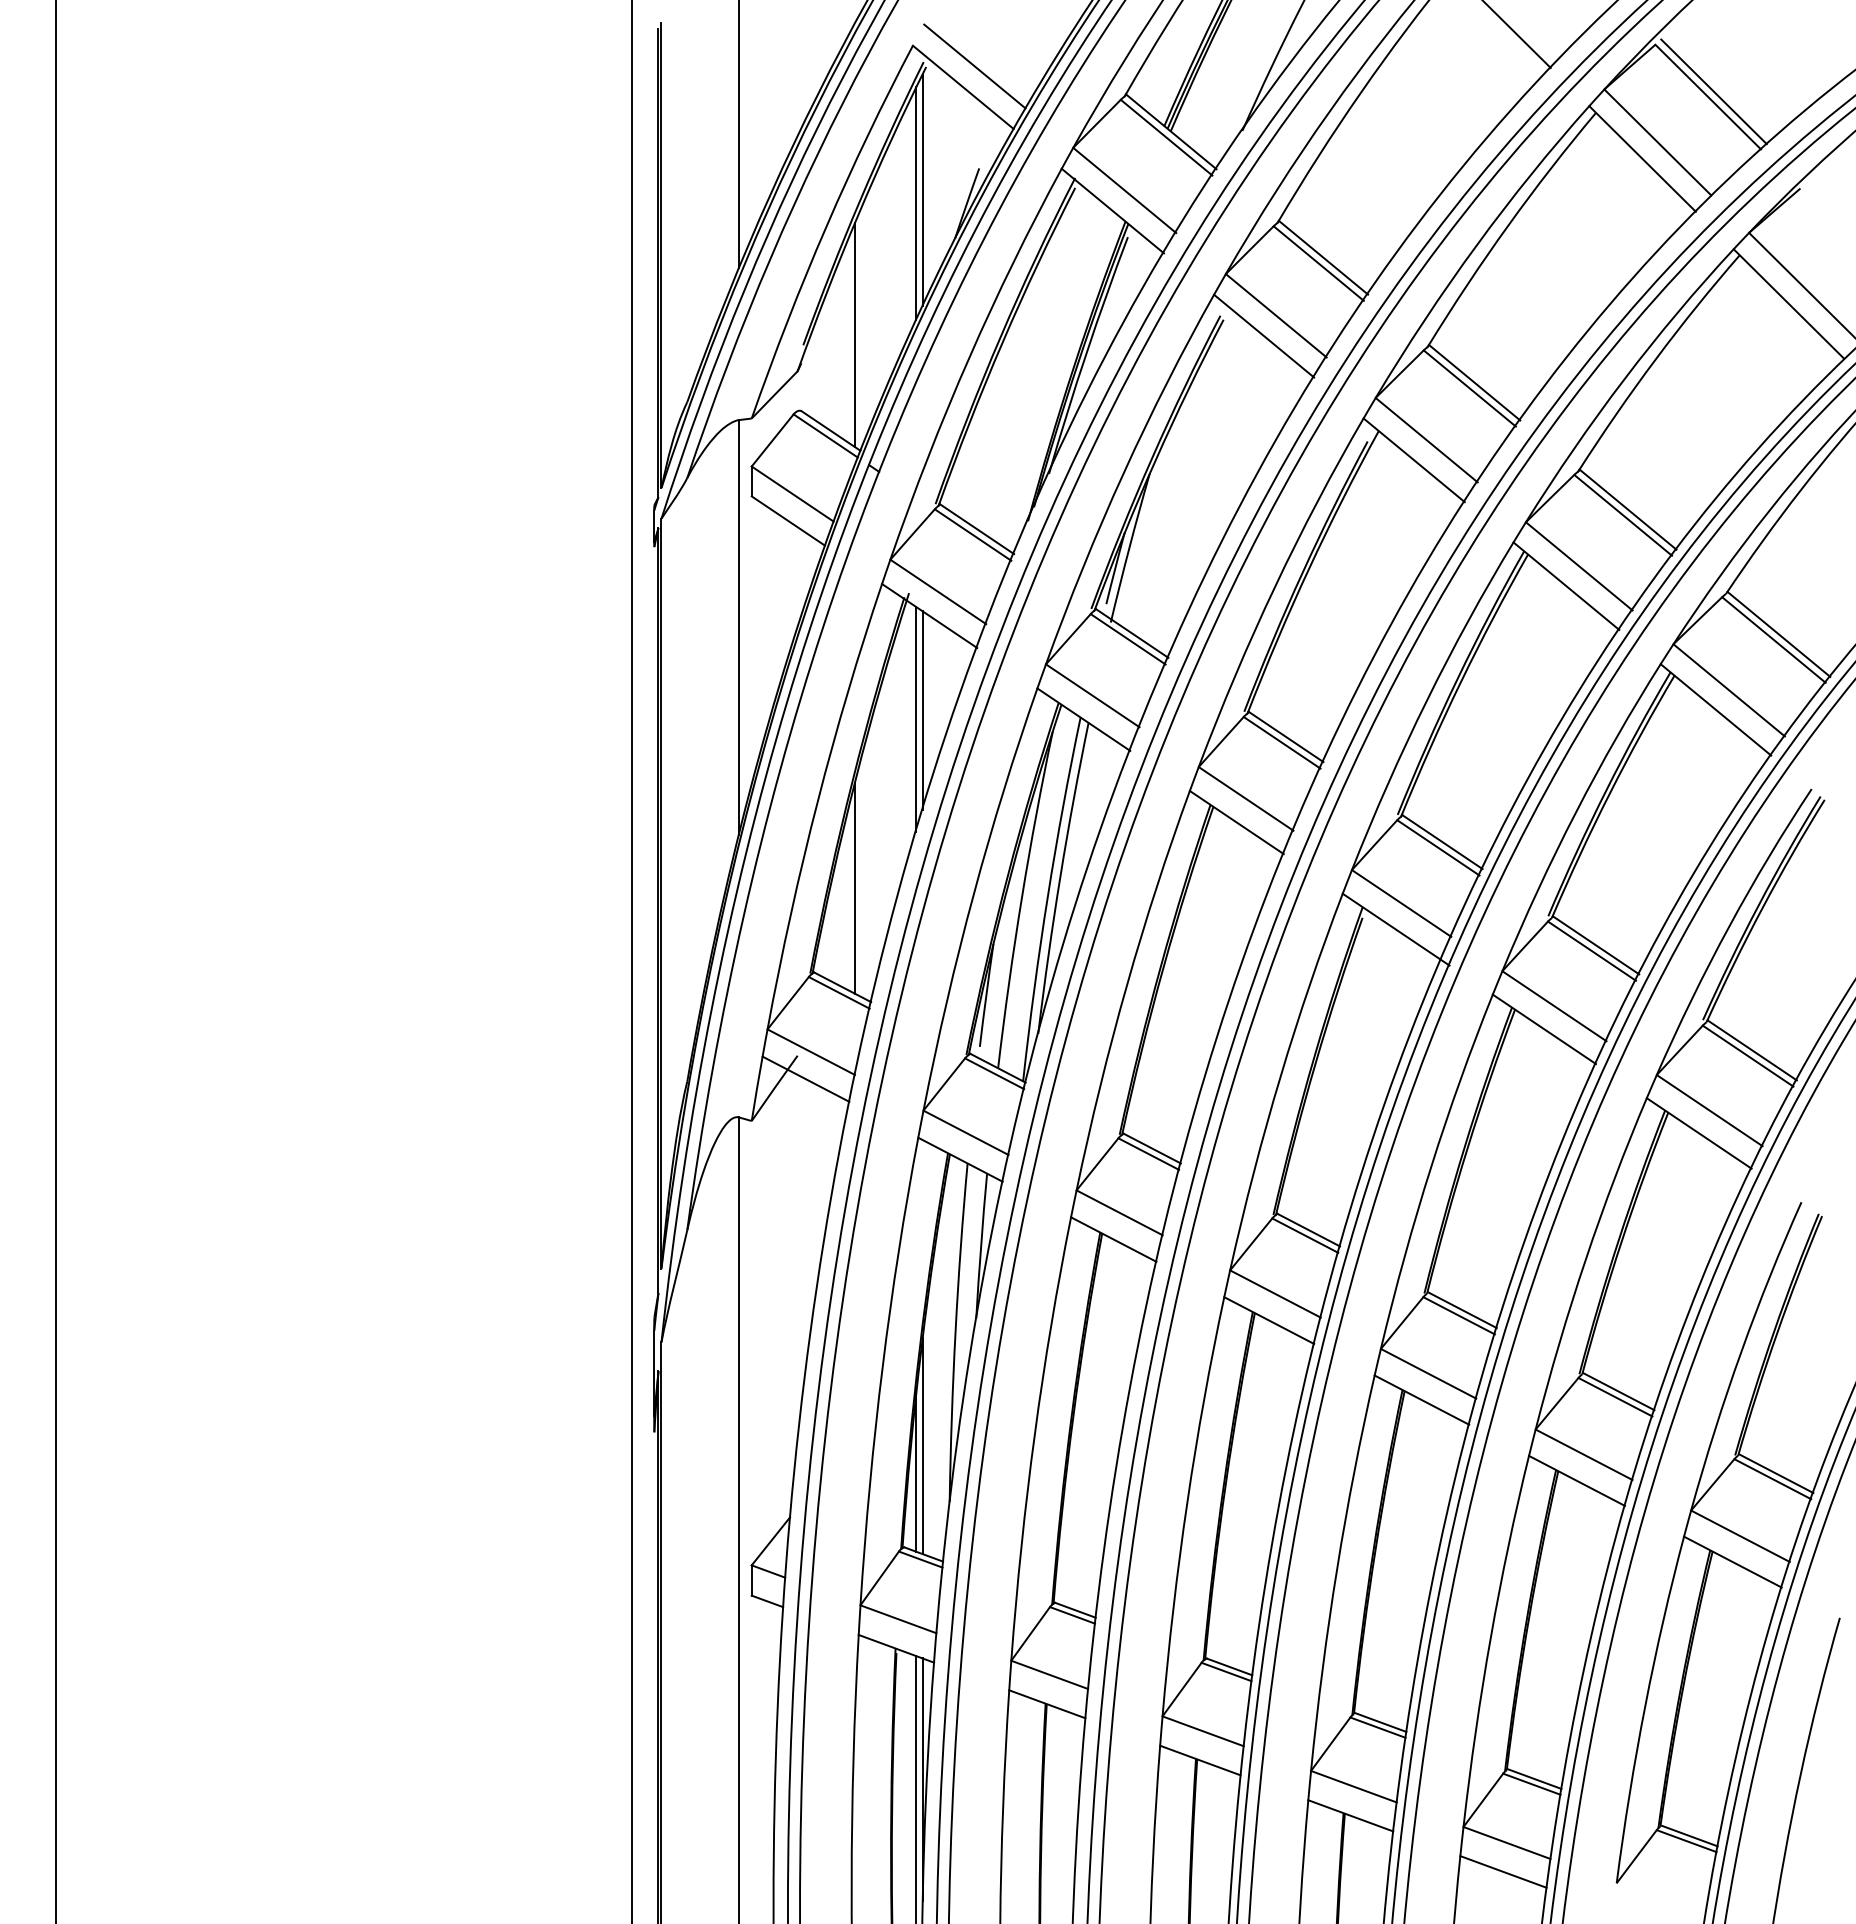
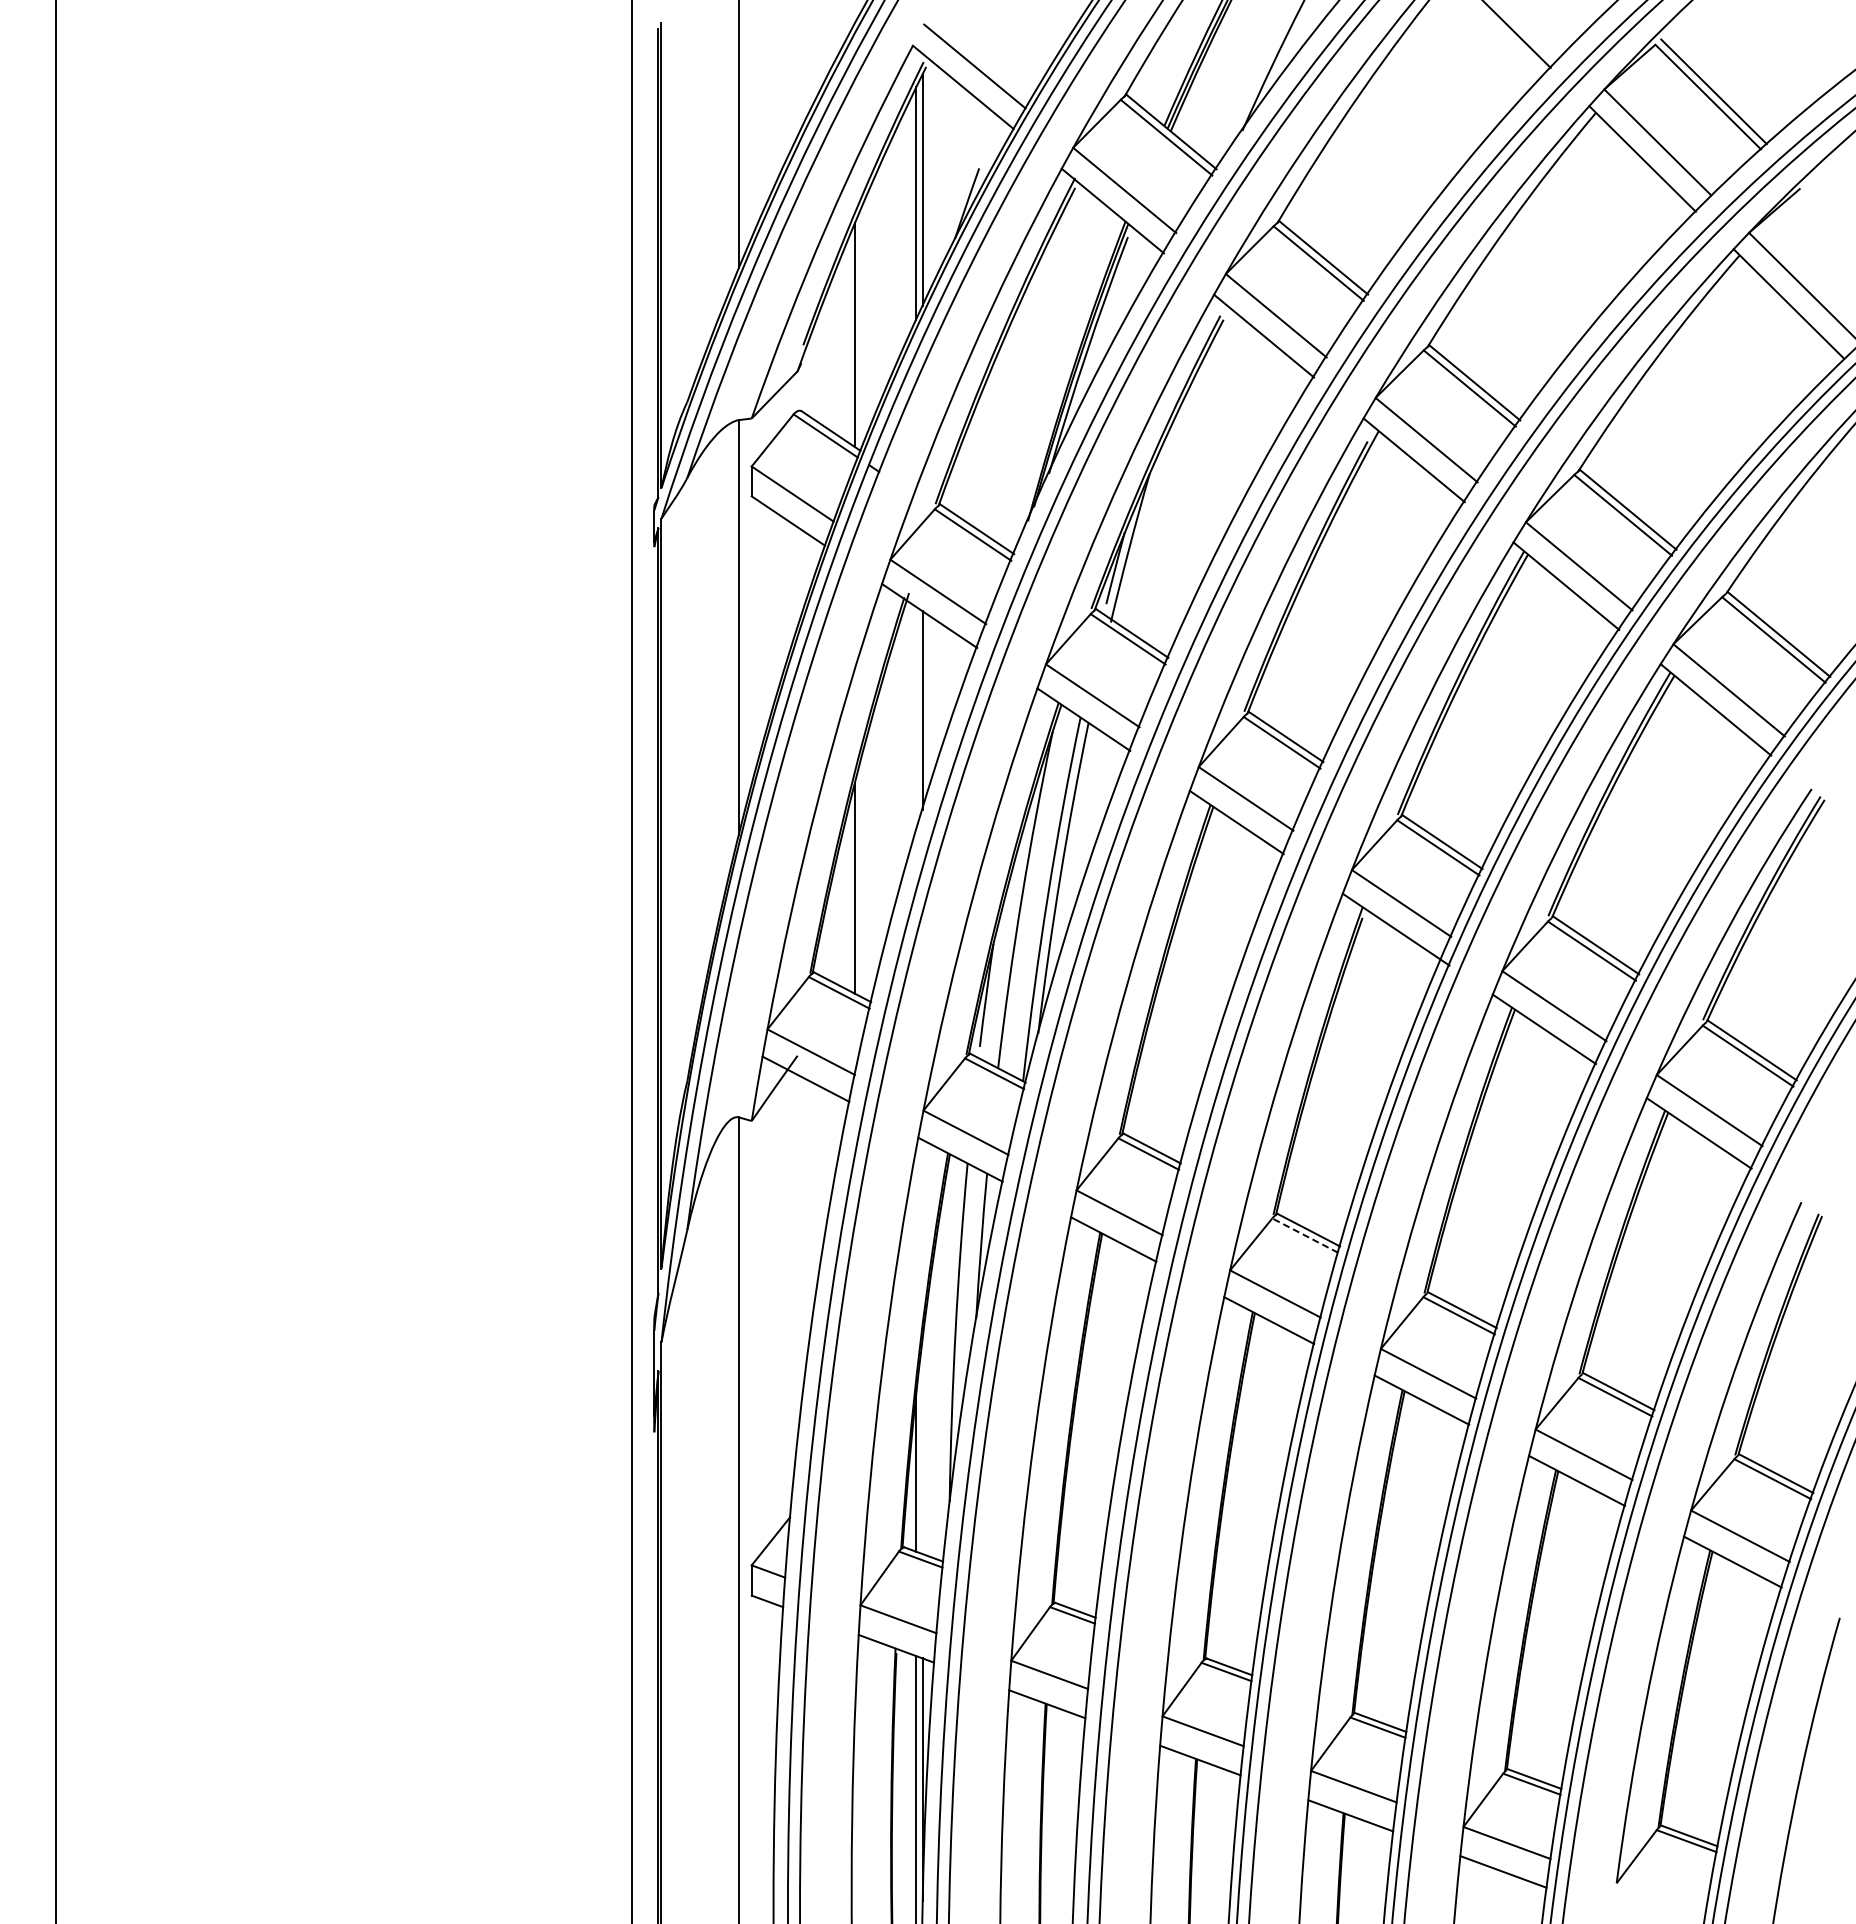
line at (916, 719): present -> none
line at (1304, 1235): solid -> dashed
line at (922, 1446): present -> none
